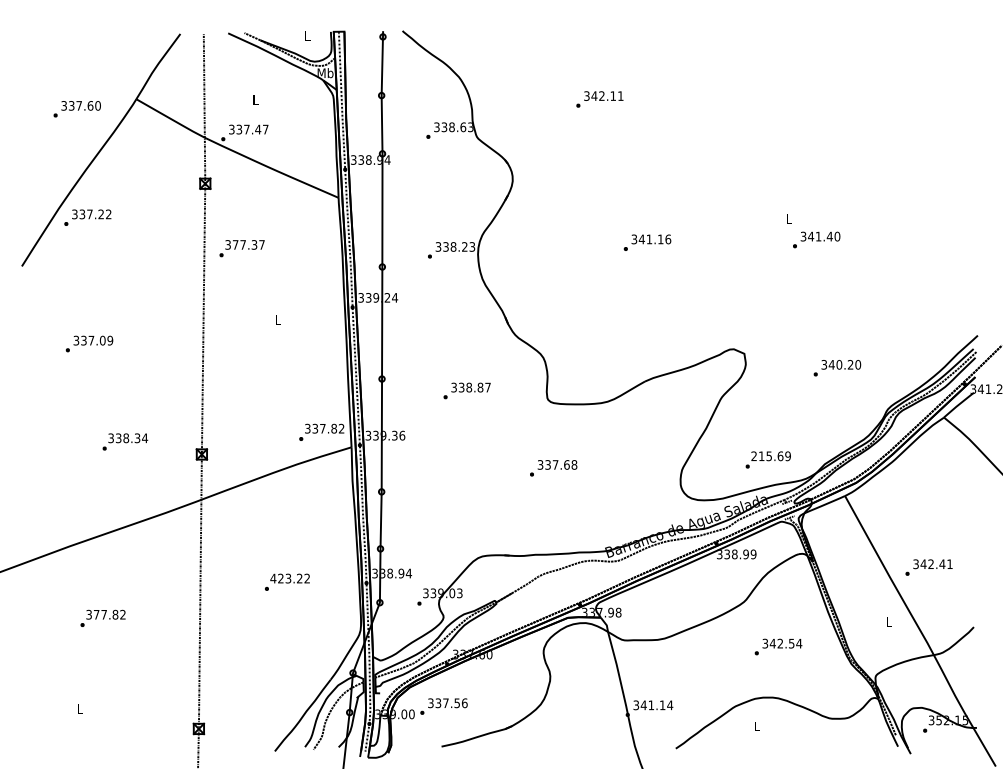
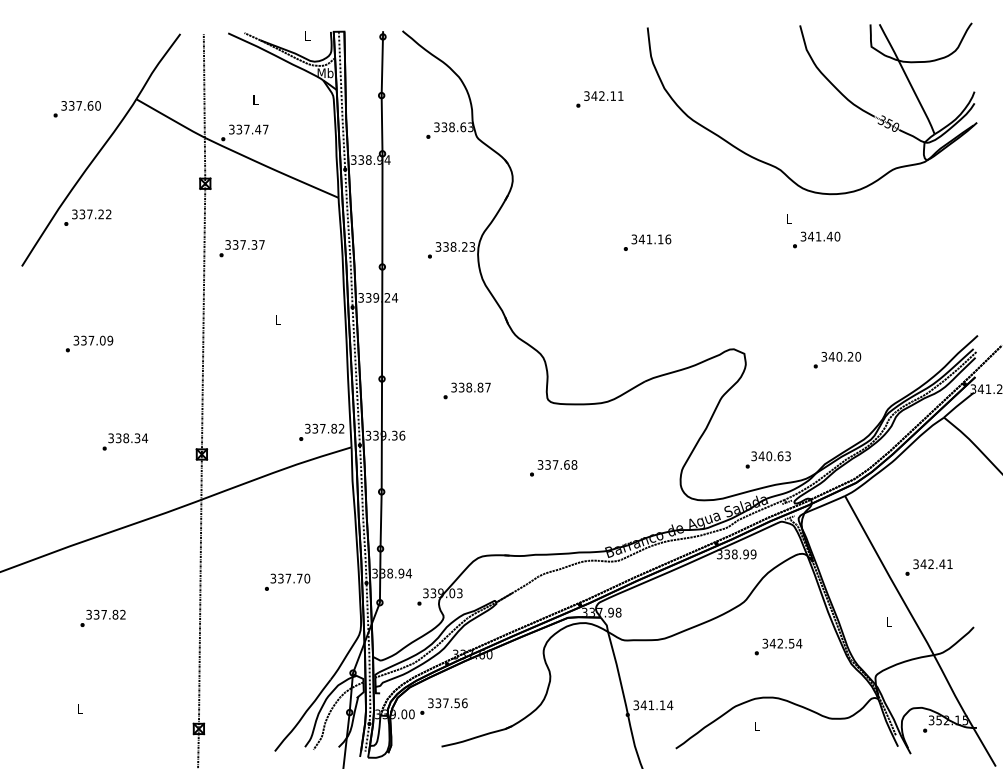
part at (834, 88): none -> present
text at (235, 244): 377.37 -> 337.37
text at (837, 368) position: (837, 368) -> (837, 360)
text at (770, 456): 215.69 -> 340.63
text at (290, 578): 423.22 -> 337.70
text at (96, 614): 377.82 -> 337.82
